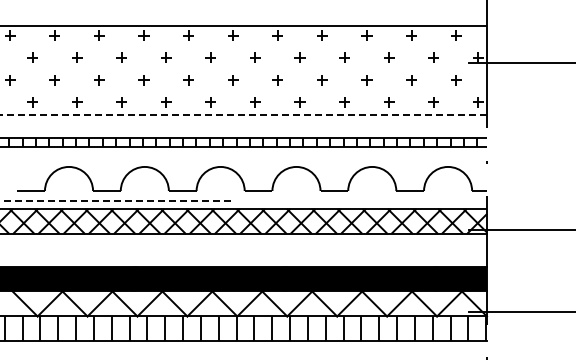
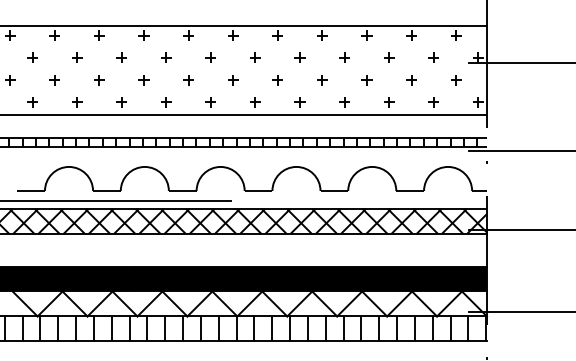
line at (244, 114): dashed -> solid
line at (520, 151): none -> present
line at (116, 200): dashed -> solid
